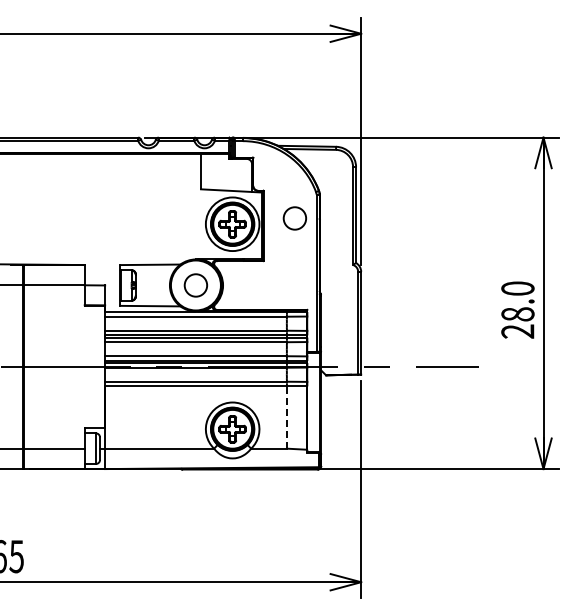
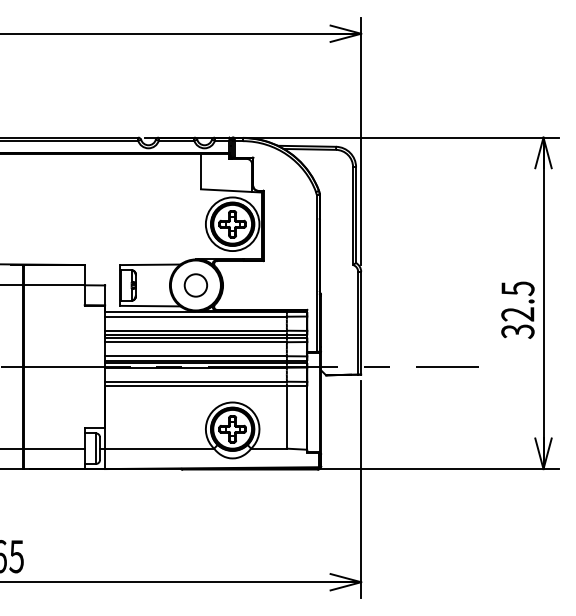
circle at (294, 218): present -> none
text at (517, 309): 28.0 -> 32.5
line at (286, 417): dashed -> solid
